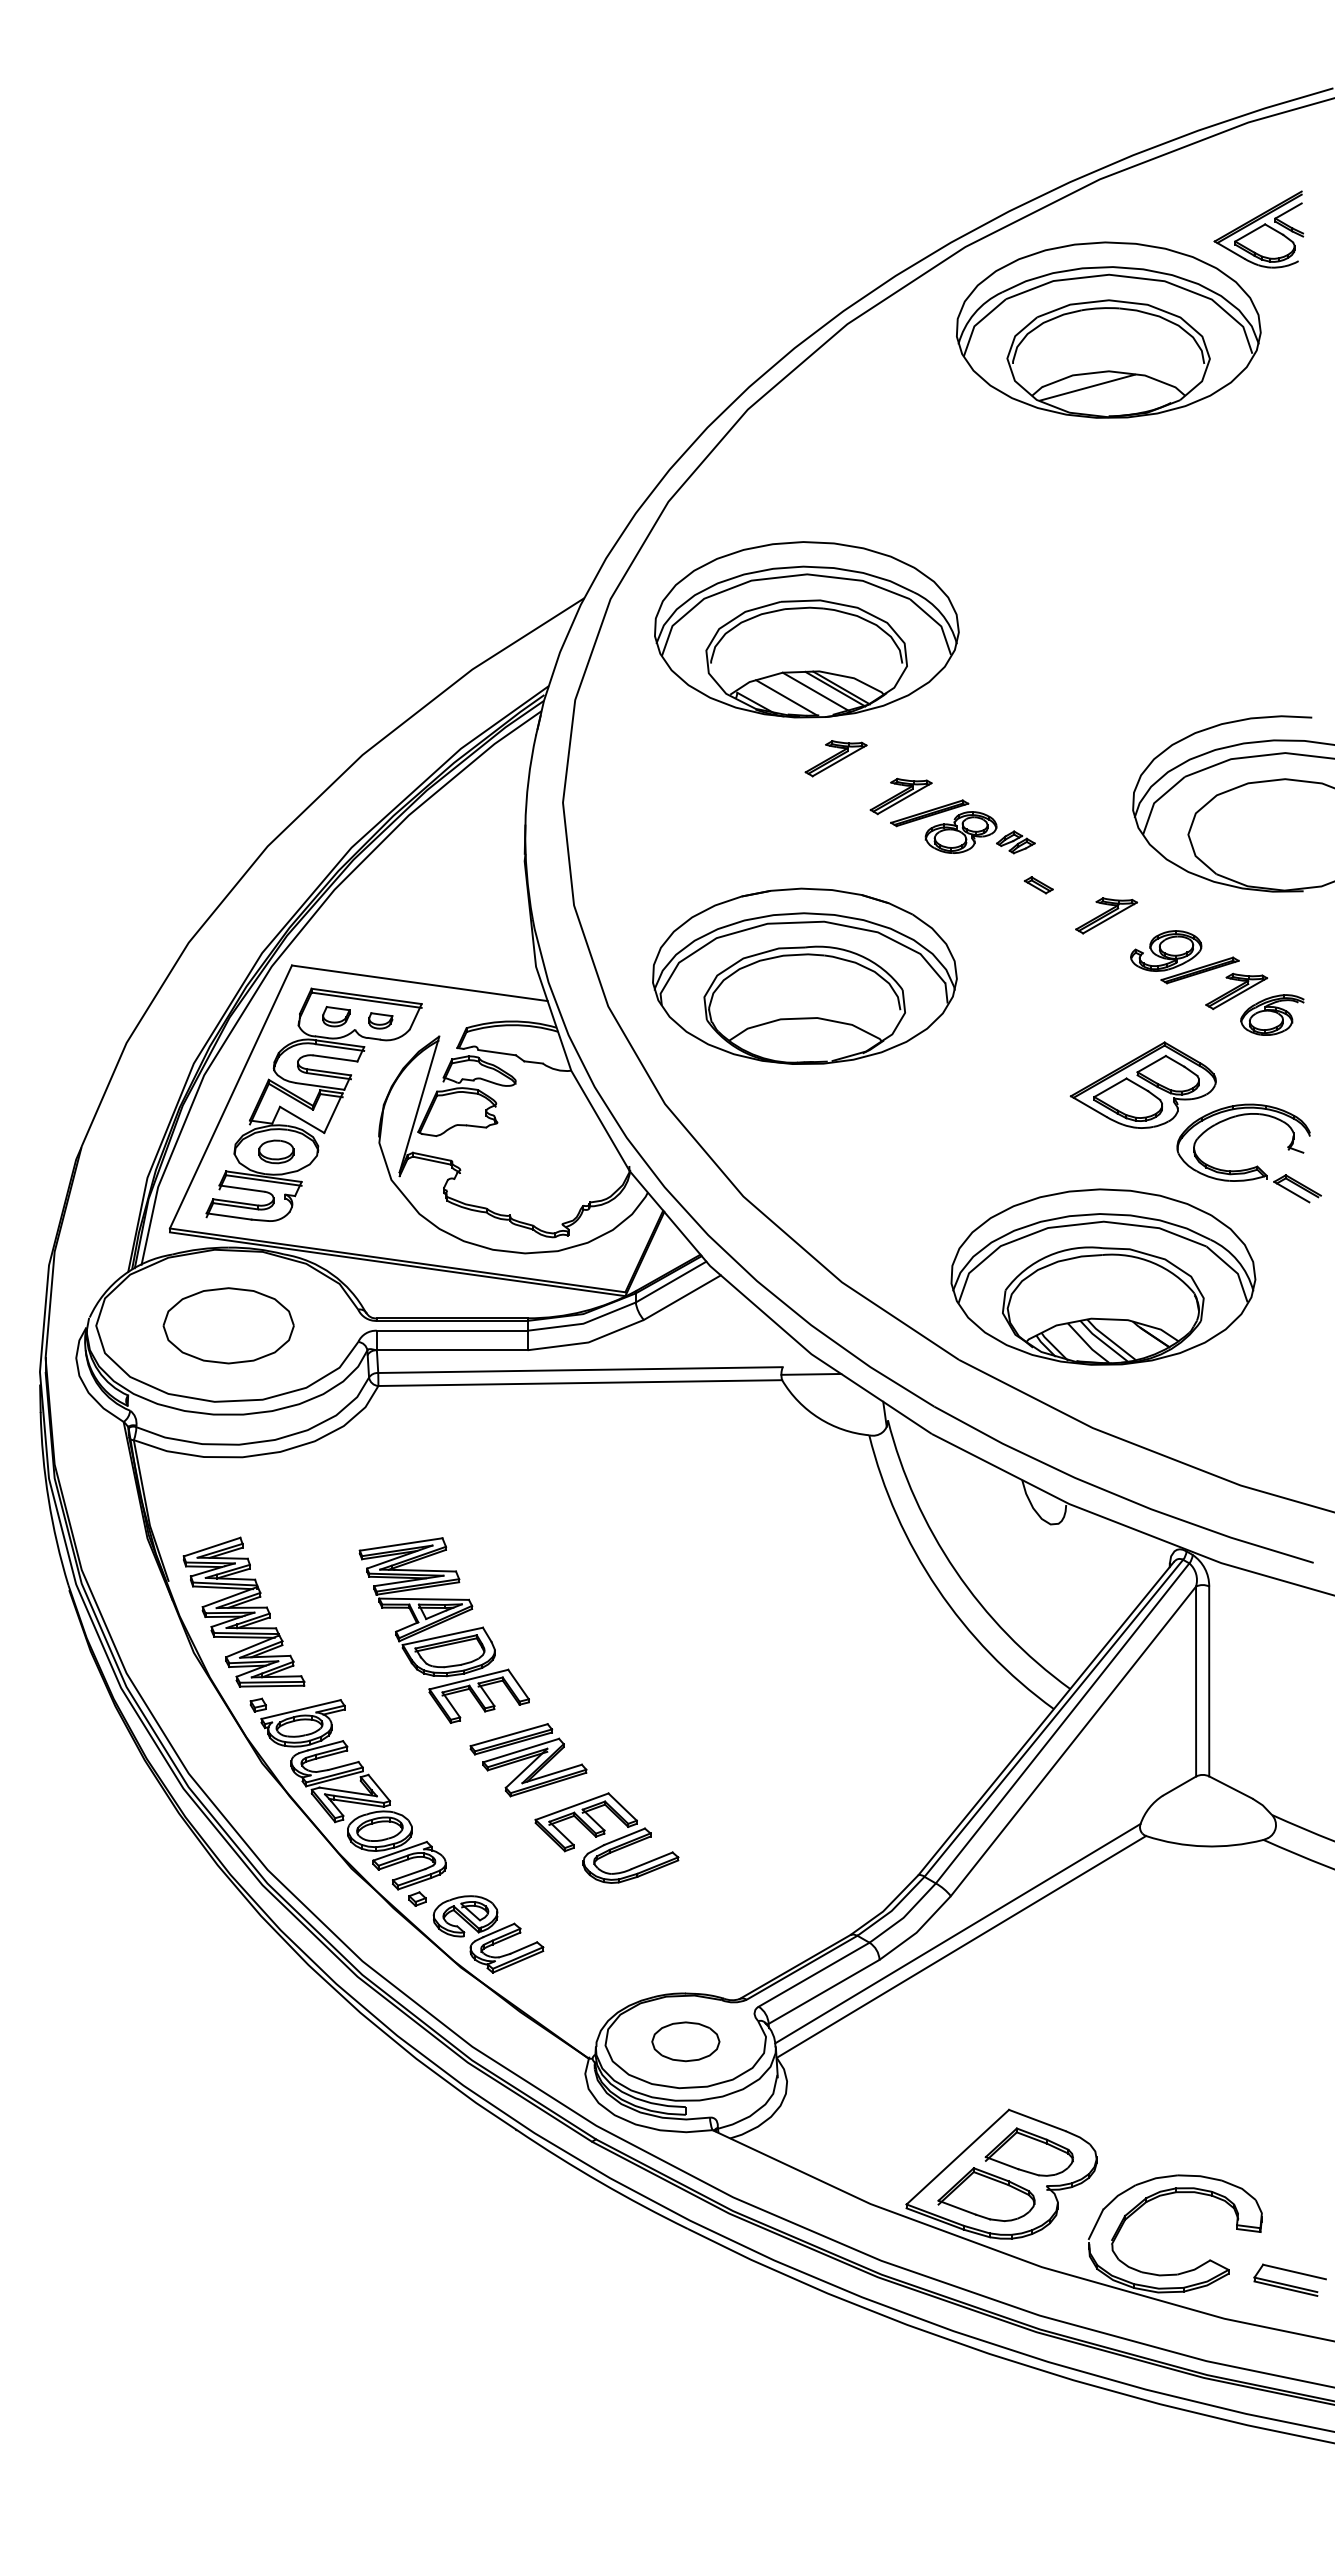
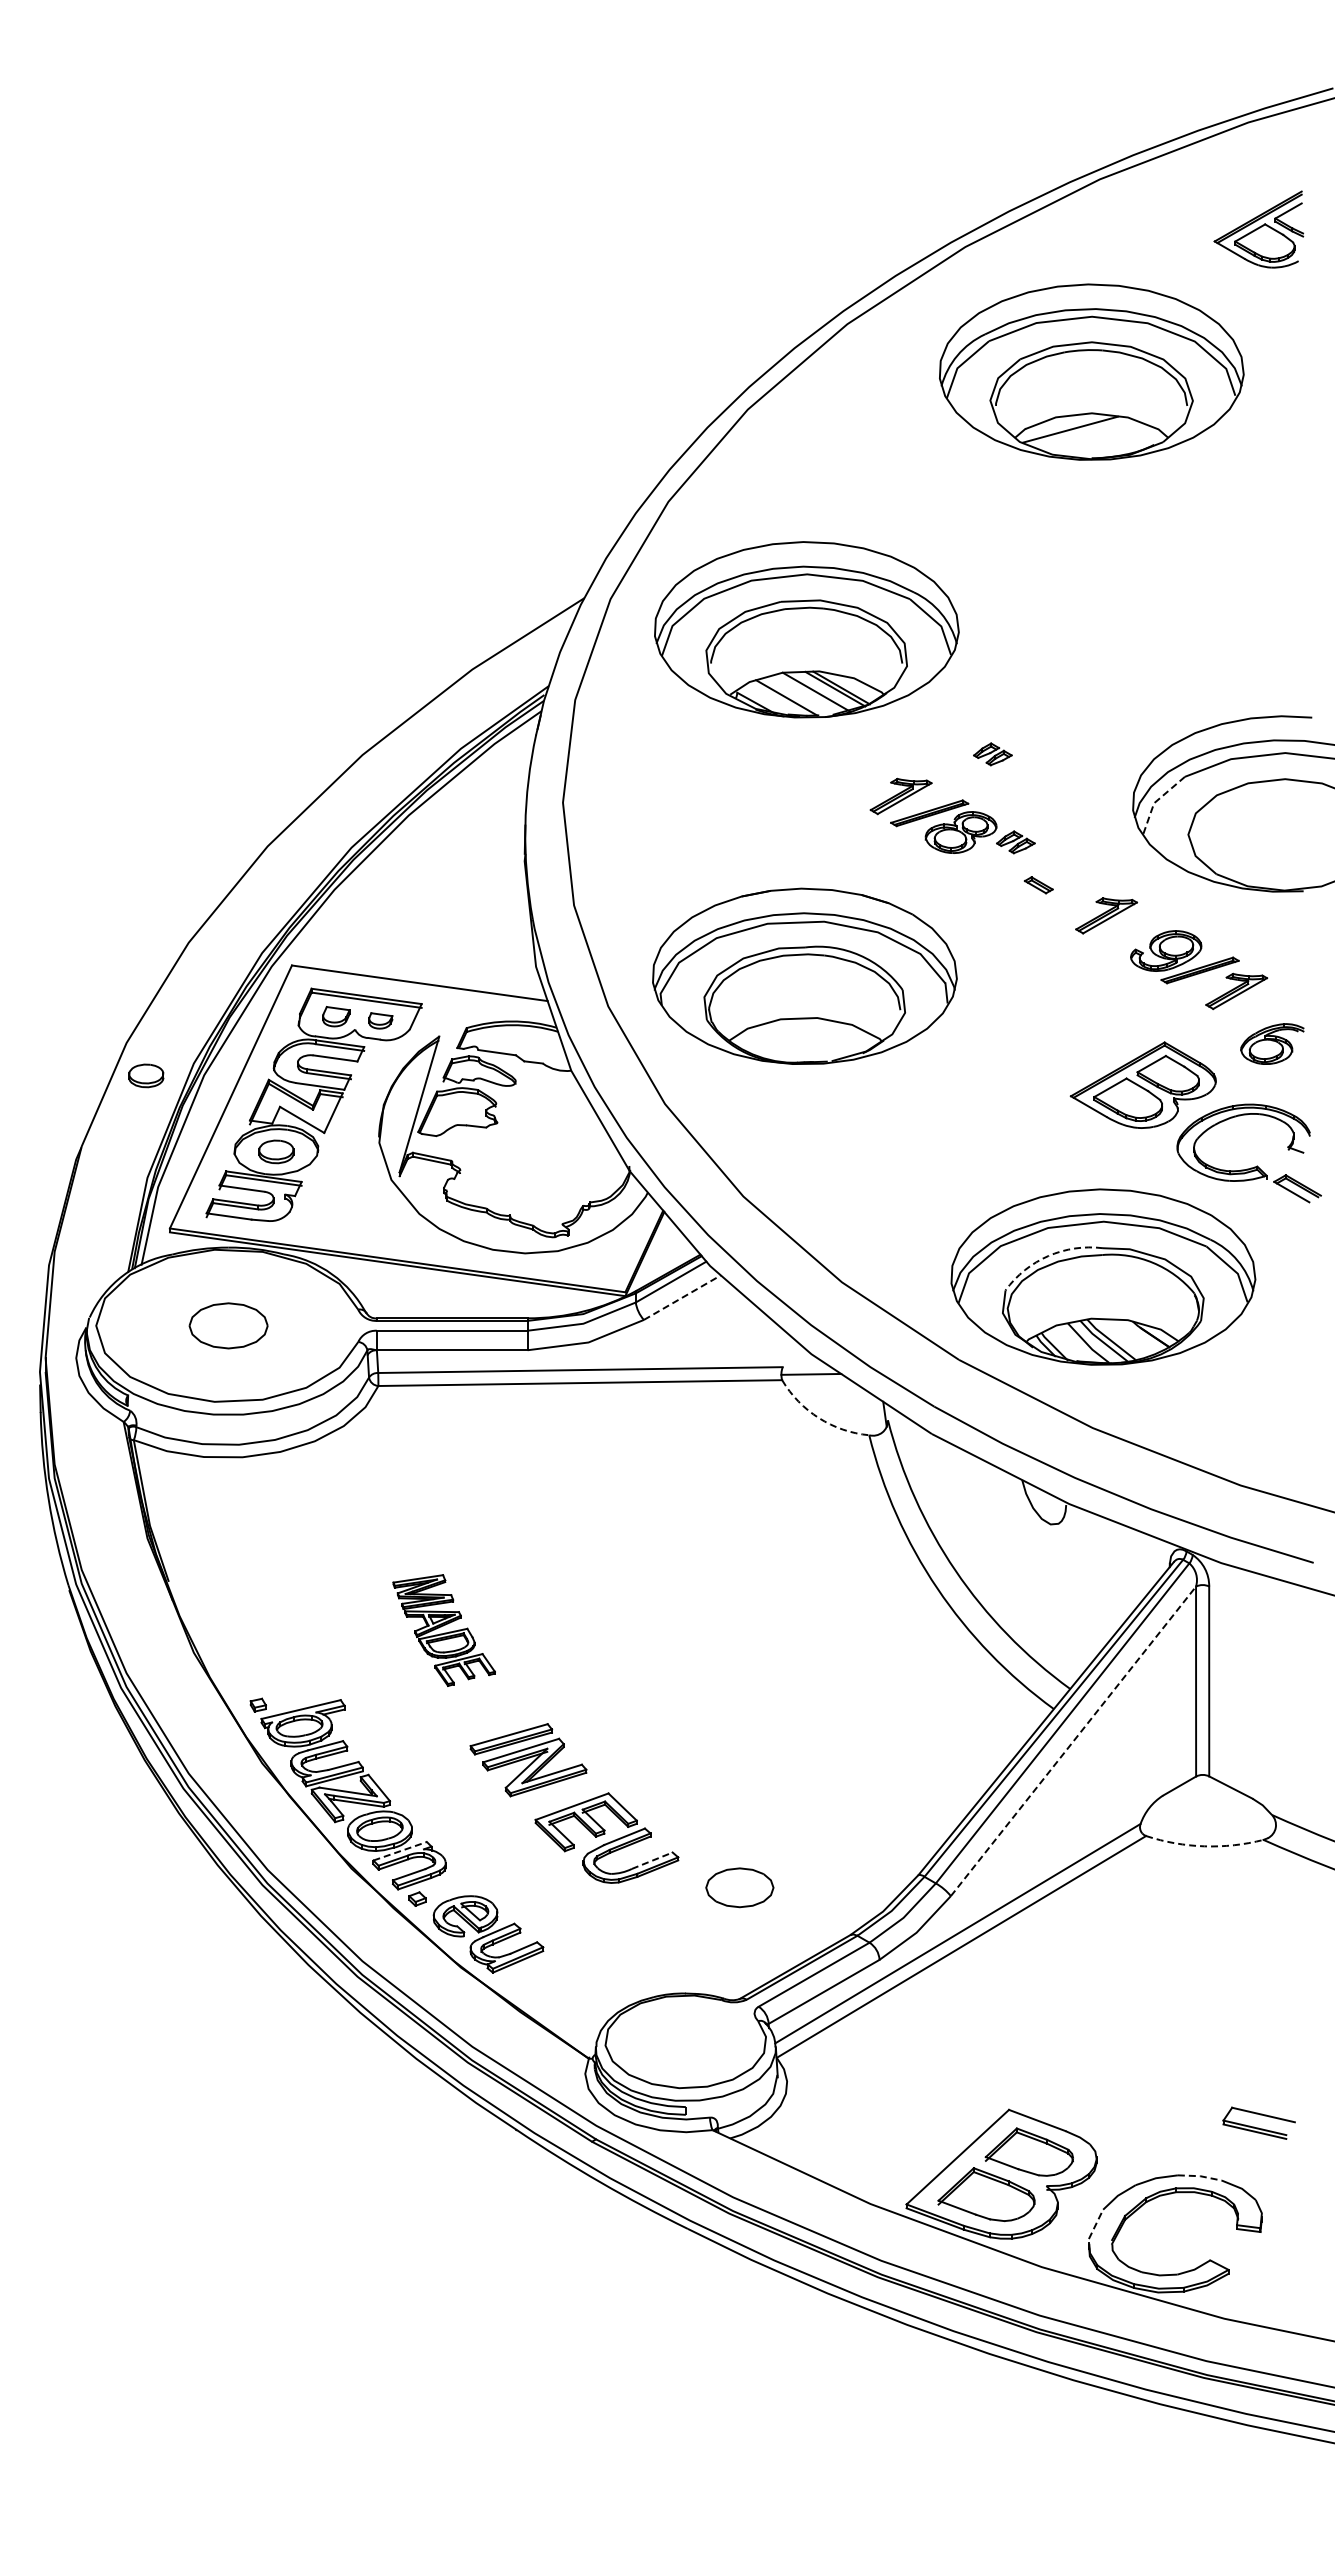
part at (1108, 329) position: (1108, 329) -> (1091, 371)
part at (992, 754): none -> present
part at (835, 758): present -> none
line at (1156, 801): solid -> dashed
part at (1272, 1014) position: (1272, 1014) -> (1272, 1043)
part at (146, 1075): none -> present
arc at (1048, 1256): solid -> dashed
line at (682, 1297): solid -> dashed
part at (228, 1325) size: 133x78 px -> 81x48 px
arc at (819, 1418): solid -> dashed
part at (243, 1611): present -> none
part at (443, 1630) size: 172x187 px -> 104x113 px
line at (1073, 1740): solid -> dashed
arc at (1204, 1846): solid -> dashed
line at (400, 1851): solid -> dashed
line at (652, 1860): solid -> dashed
part at (685, 2041) position: (685, 2041) -> (739, 1887)
line at (1200, 2176): solid -> dashed
line at (1096, 2223): solid -> dashed
part at (1289, 2279) position: (1289, 2279) -> (1258, 2122)
